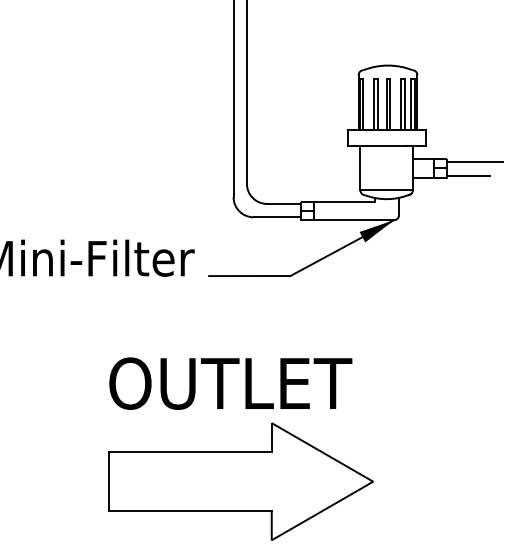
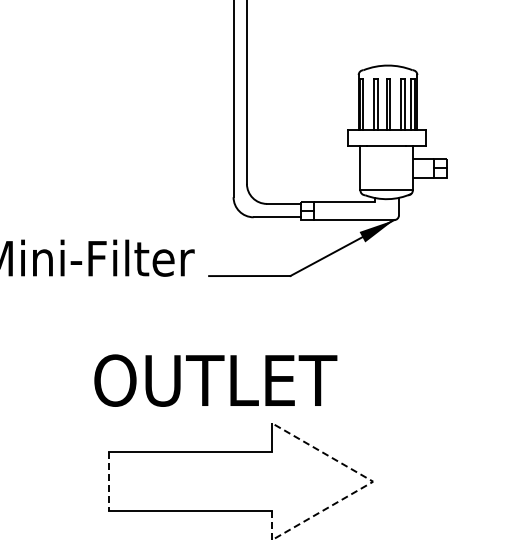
line at (474, 161): present -> none
line at (467, 176): present -> none
text at (230, 383) position: (230, 383) -> (215, 380)
line at (108, 482): solid -> dashed
line at (360, 489): solid -> dashed
